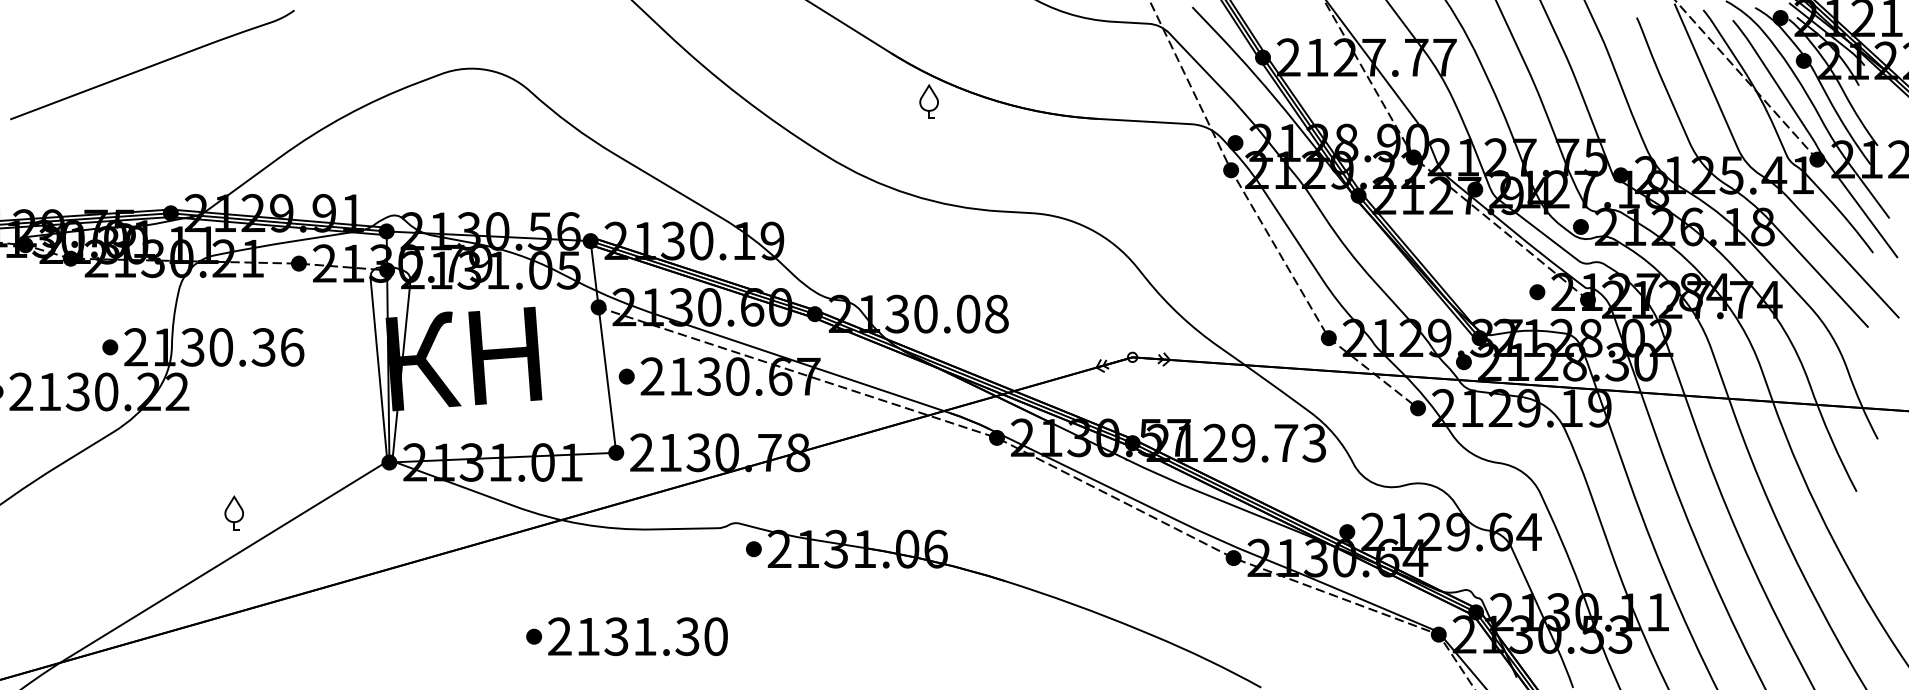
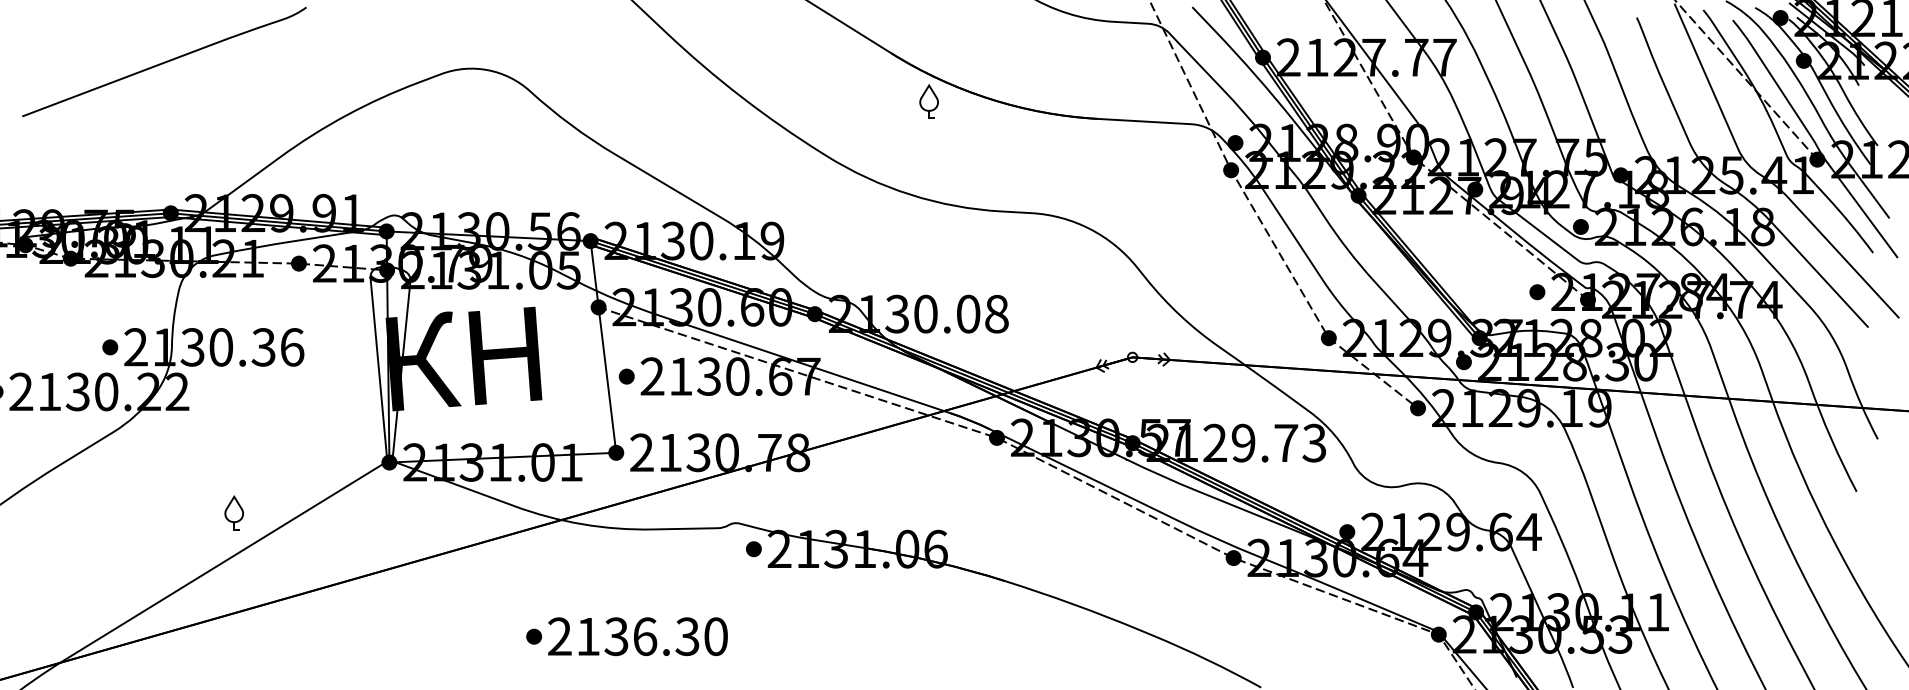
curve at (152, 64) position: (152, 64) -> (164, 61)
text at (645, 636): 2131.30 -> 2136.30
